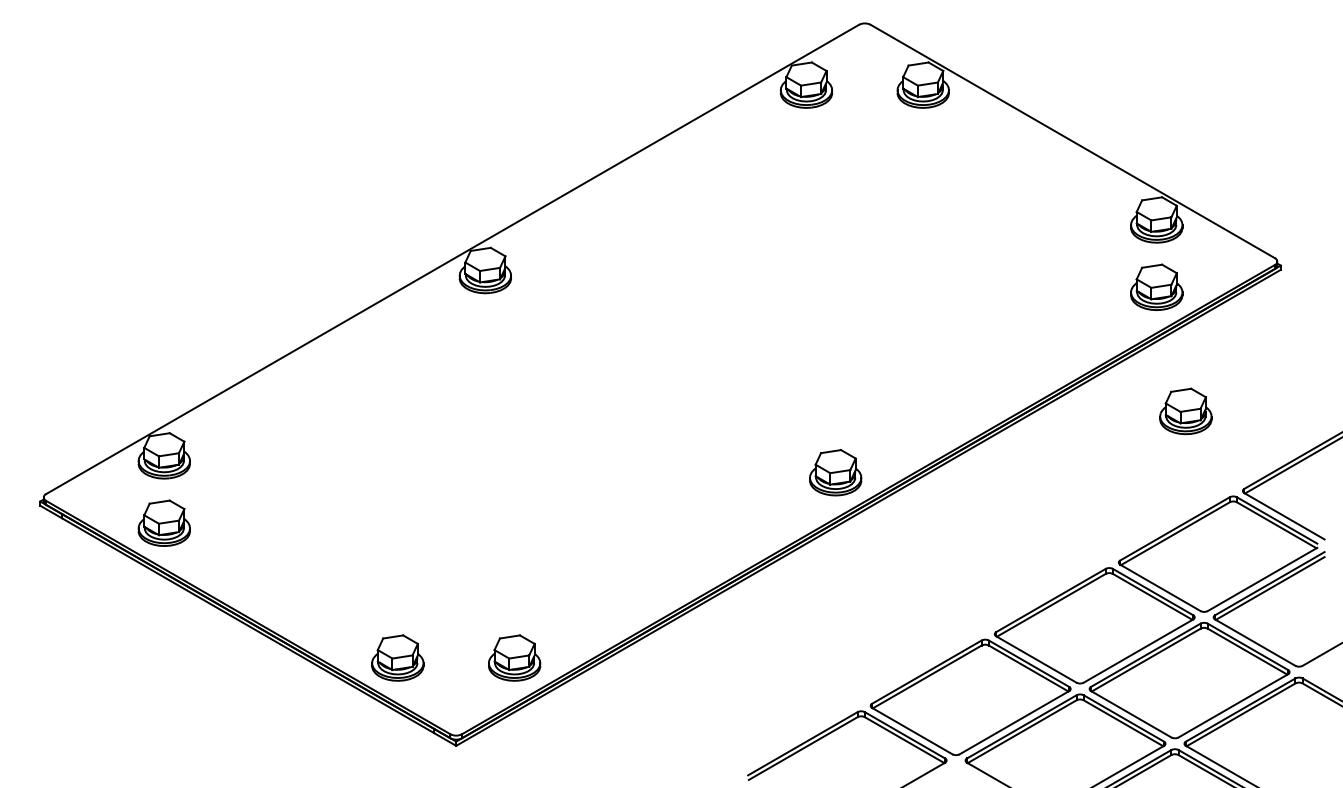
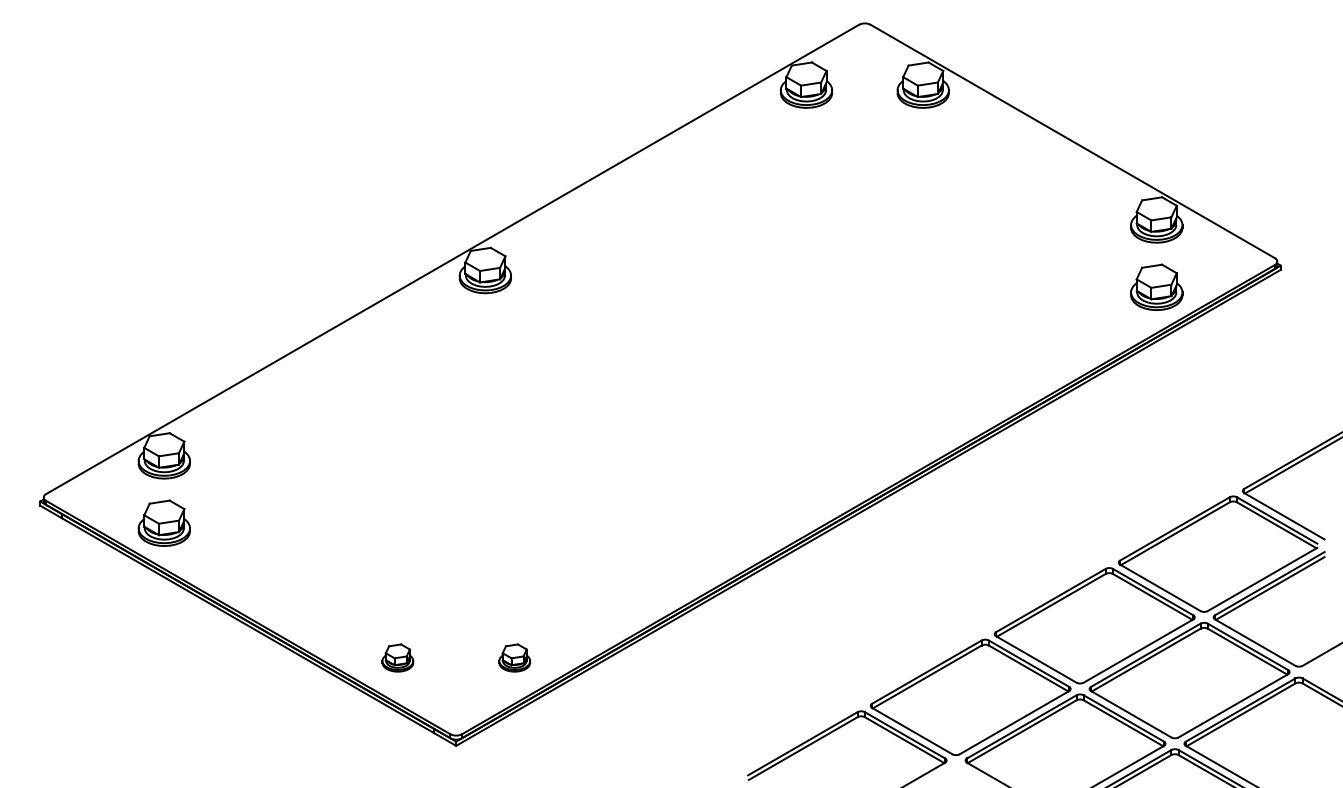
part at (1185, 411): present -> none
part at (835, 472): present -> none
part at (397, 657) size: 54x48 px -> 34x30 px
part at (514, 657) size: 54x48 px -> 34x30 px
